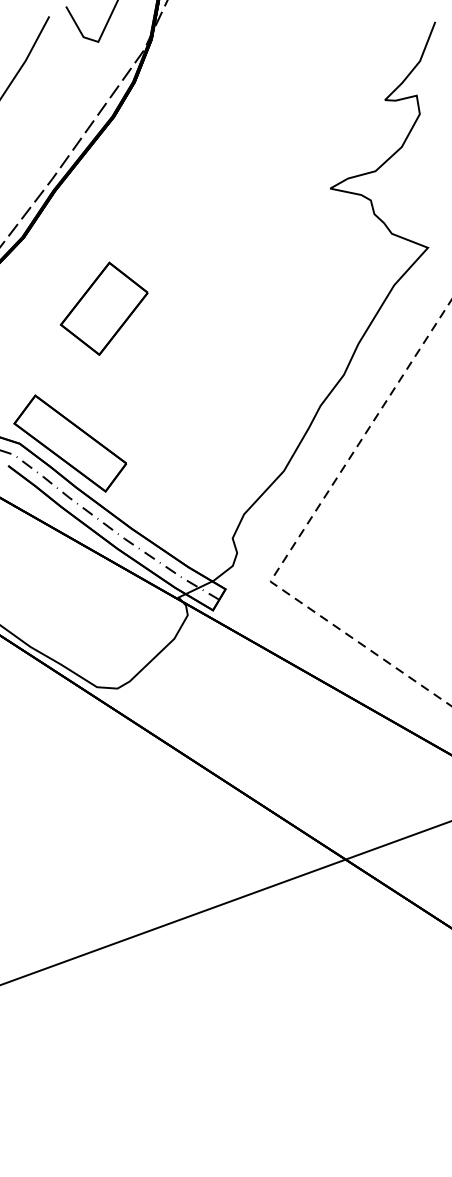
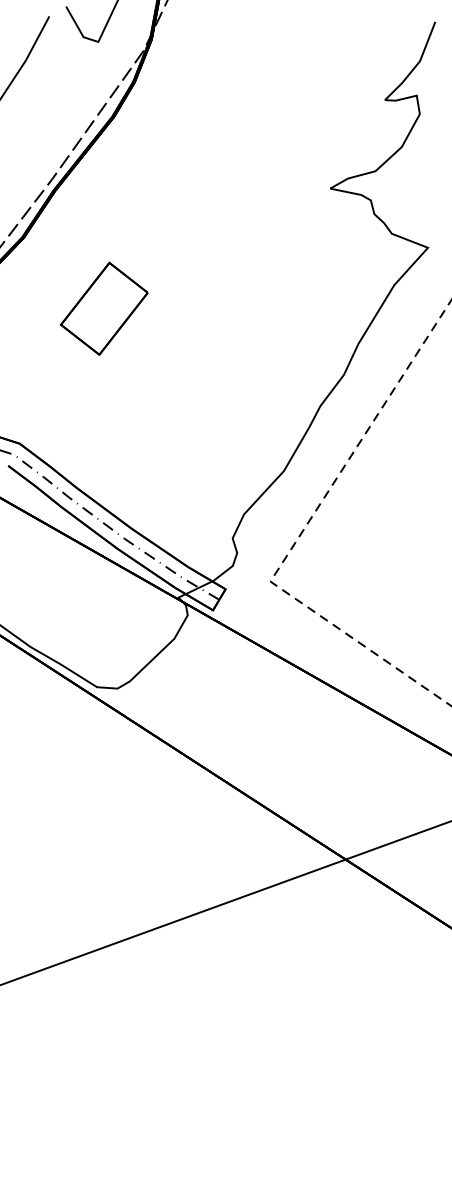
part at (69, 443): present -> none
